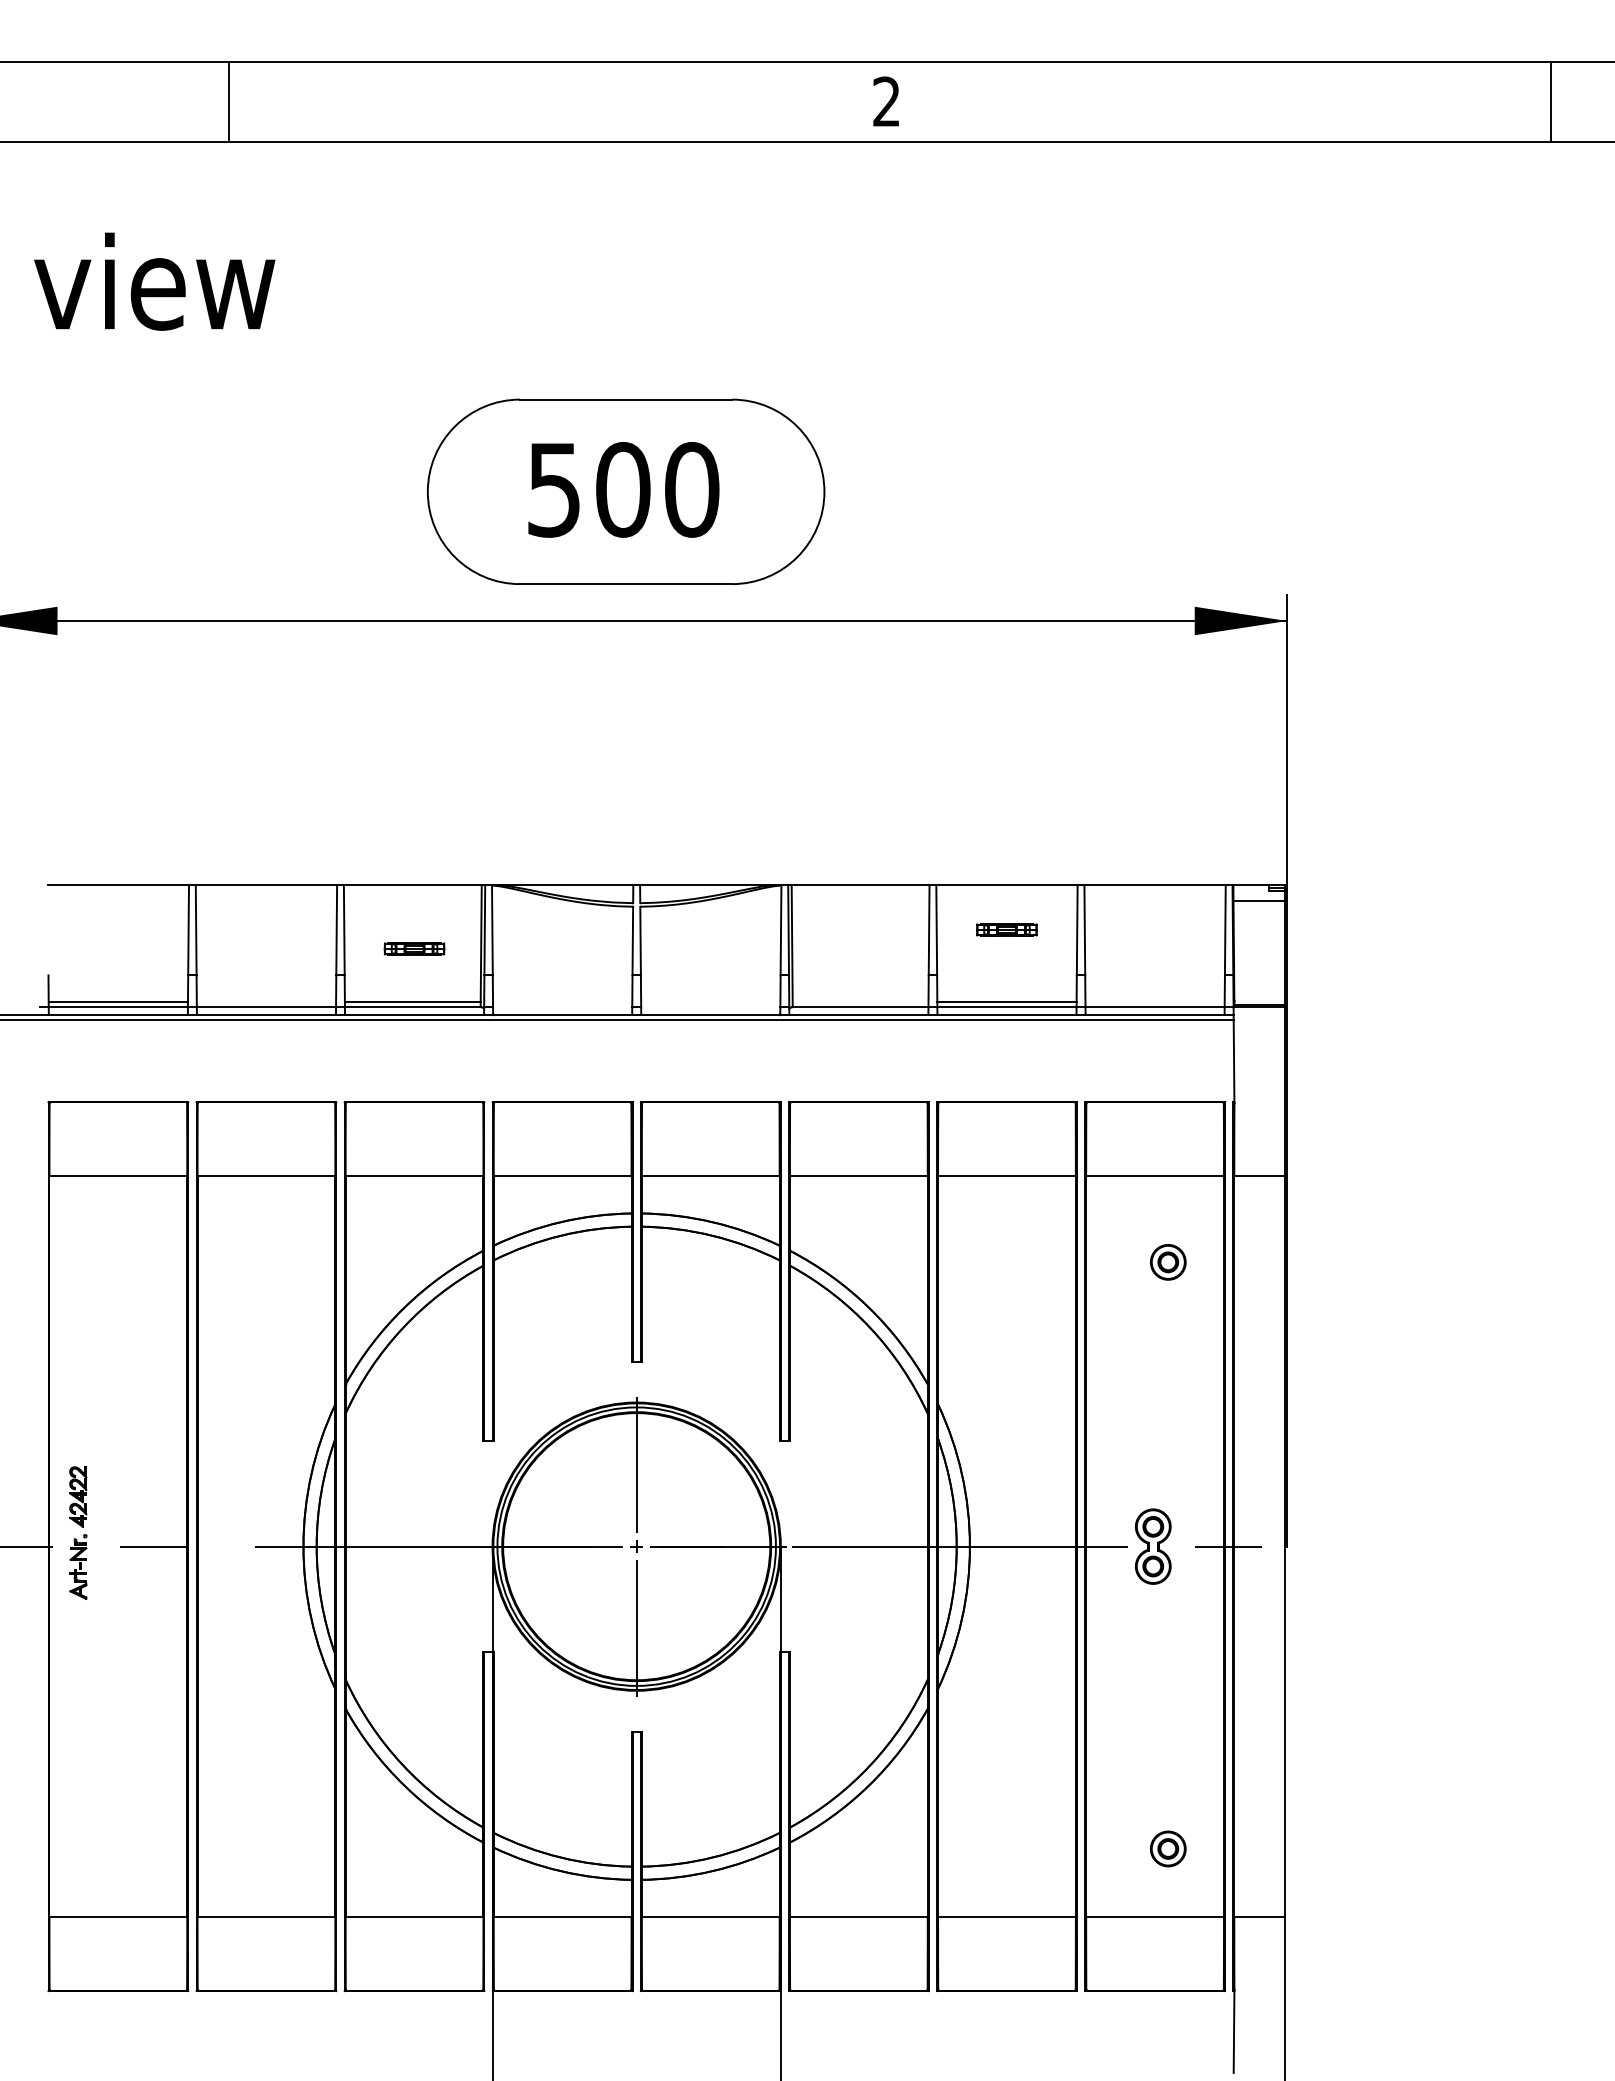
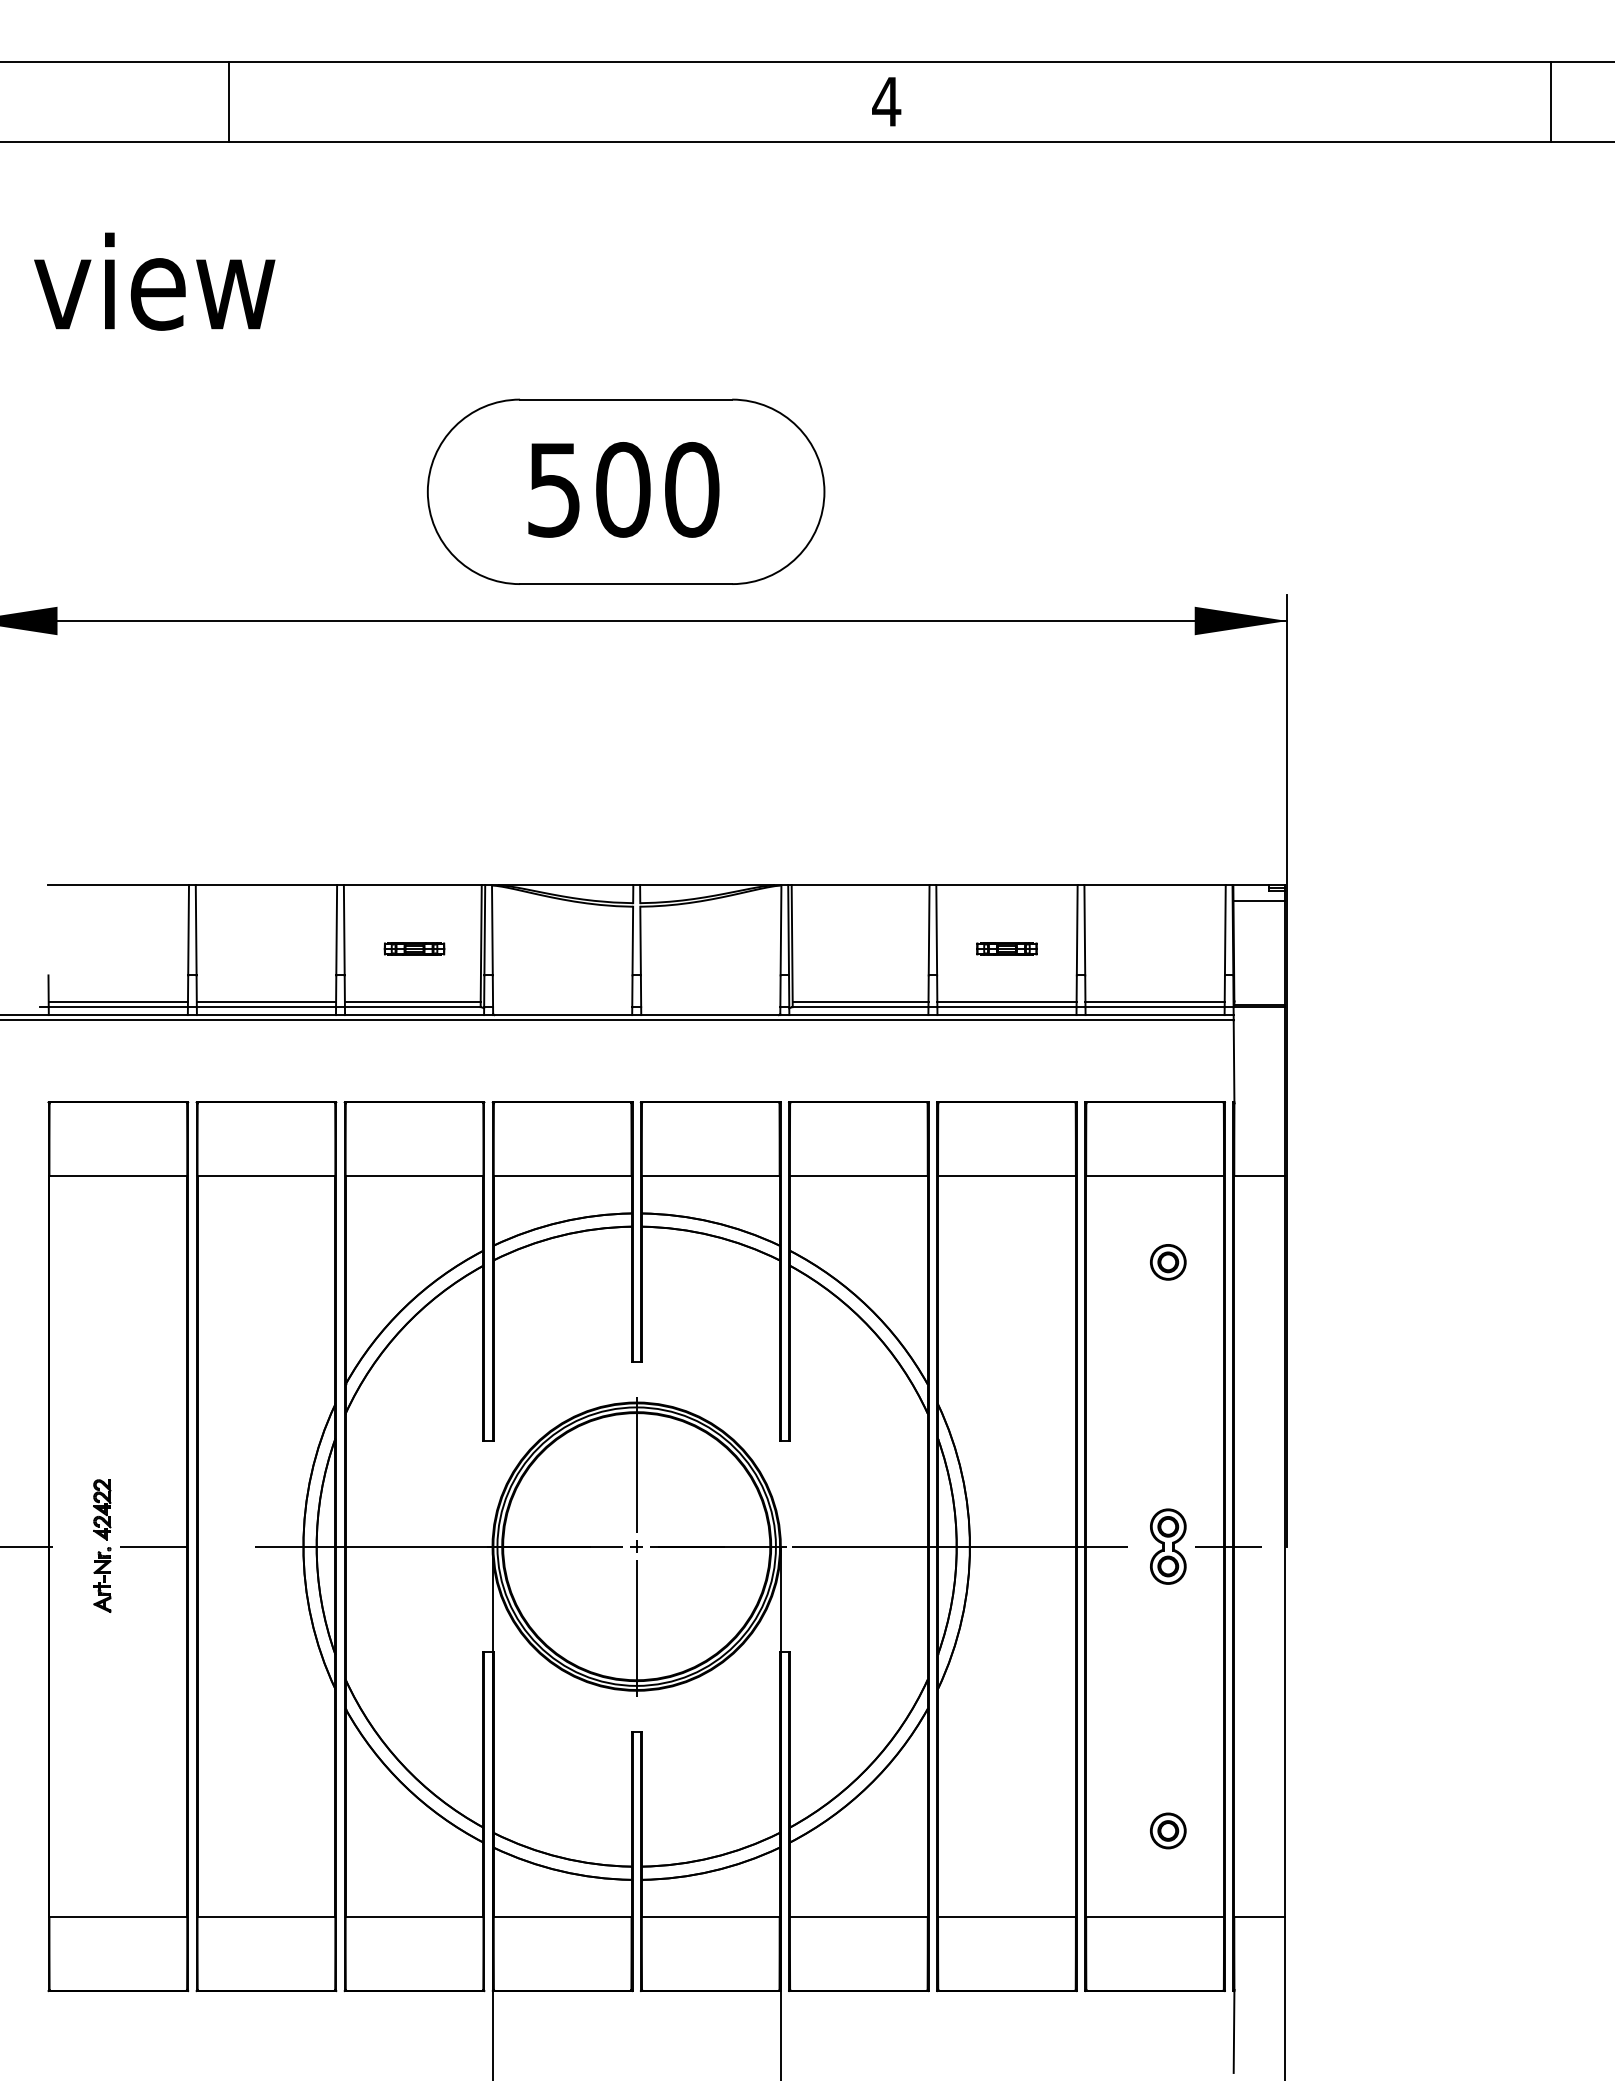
text at (886, 101): 2 -> 4
part at (1006, 929) position: (1006, 929) -> (1006, 948)
line at (266, 1001): none -> present
line at (860, 1001): none -> present
line at (1154, 1001): none -> present
part at (78, 1532) position: (78, 1532) -> (102, 1545)
part at (1153, 1546) position: (1153, 1546) -> (1168, 1546)
part at (1168, 1848) position: (1168, 1848) -> (1168, 1830)
